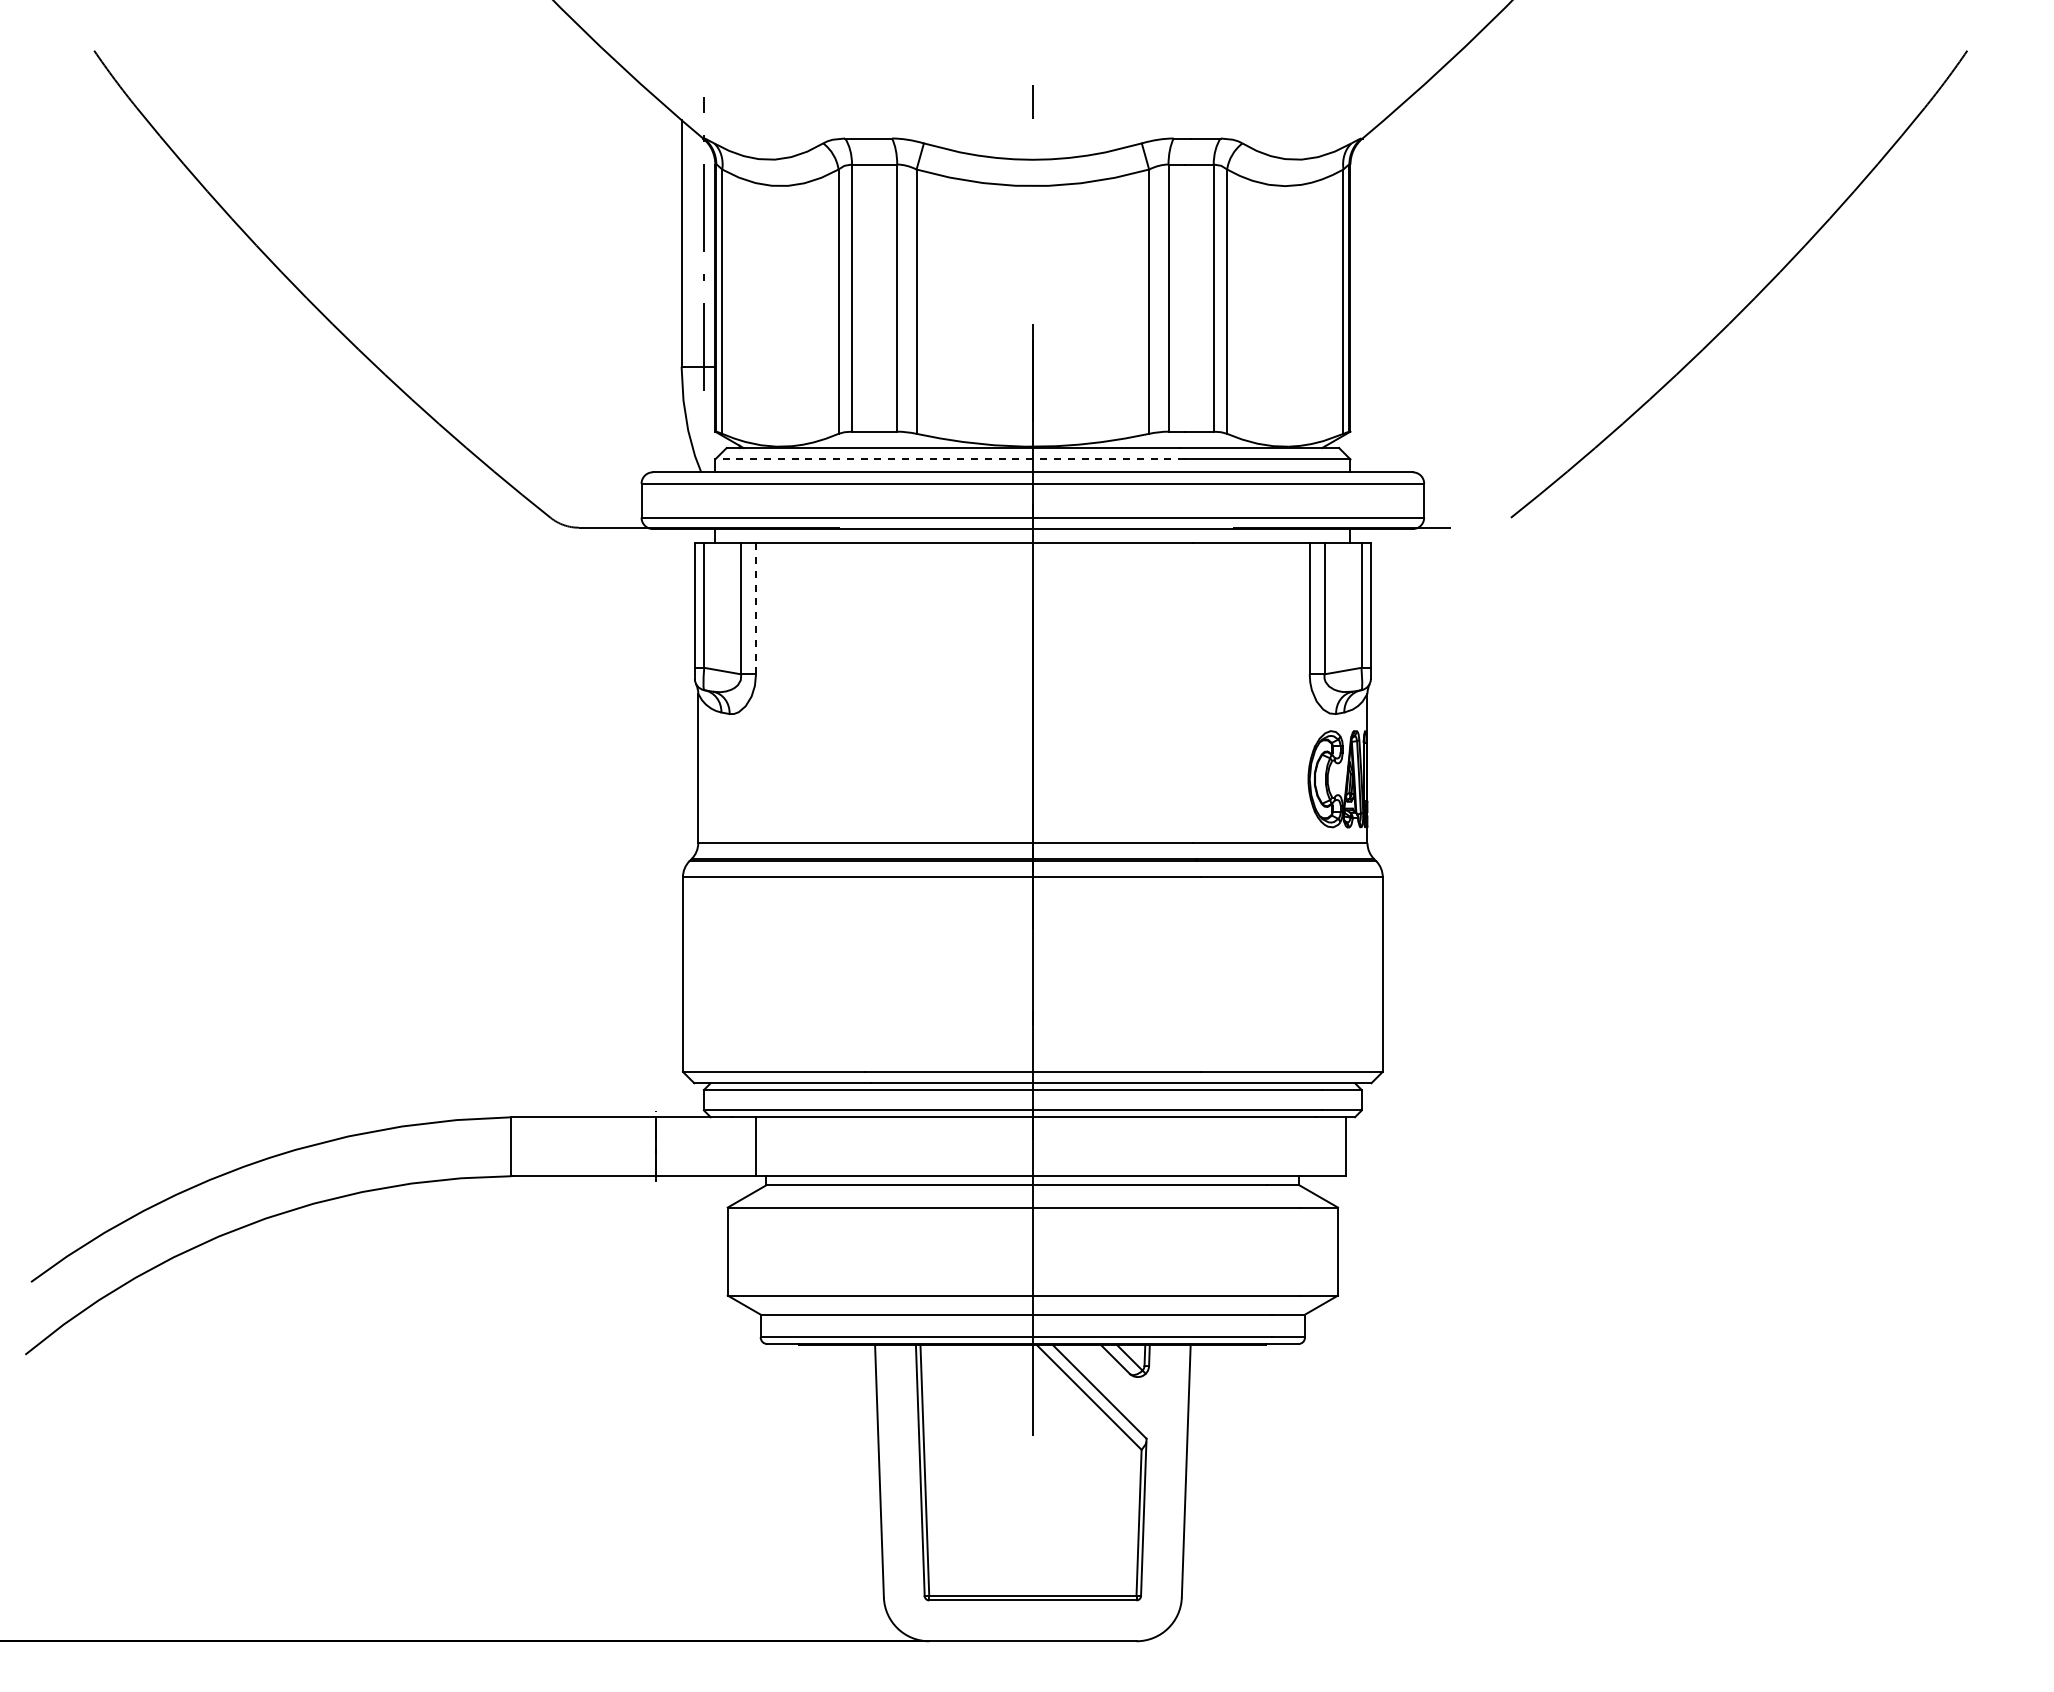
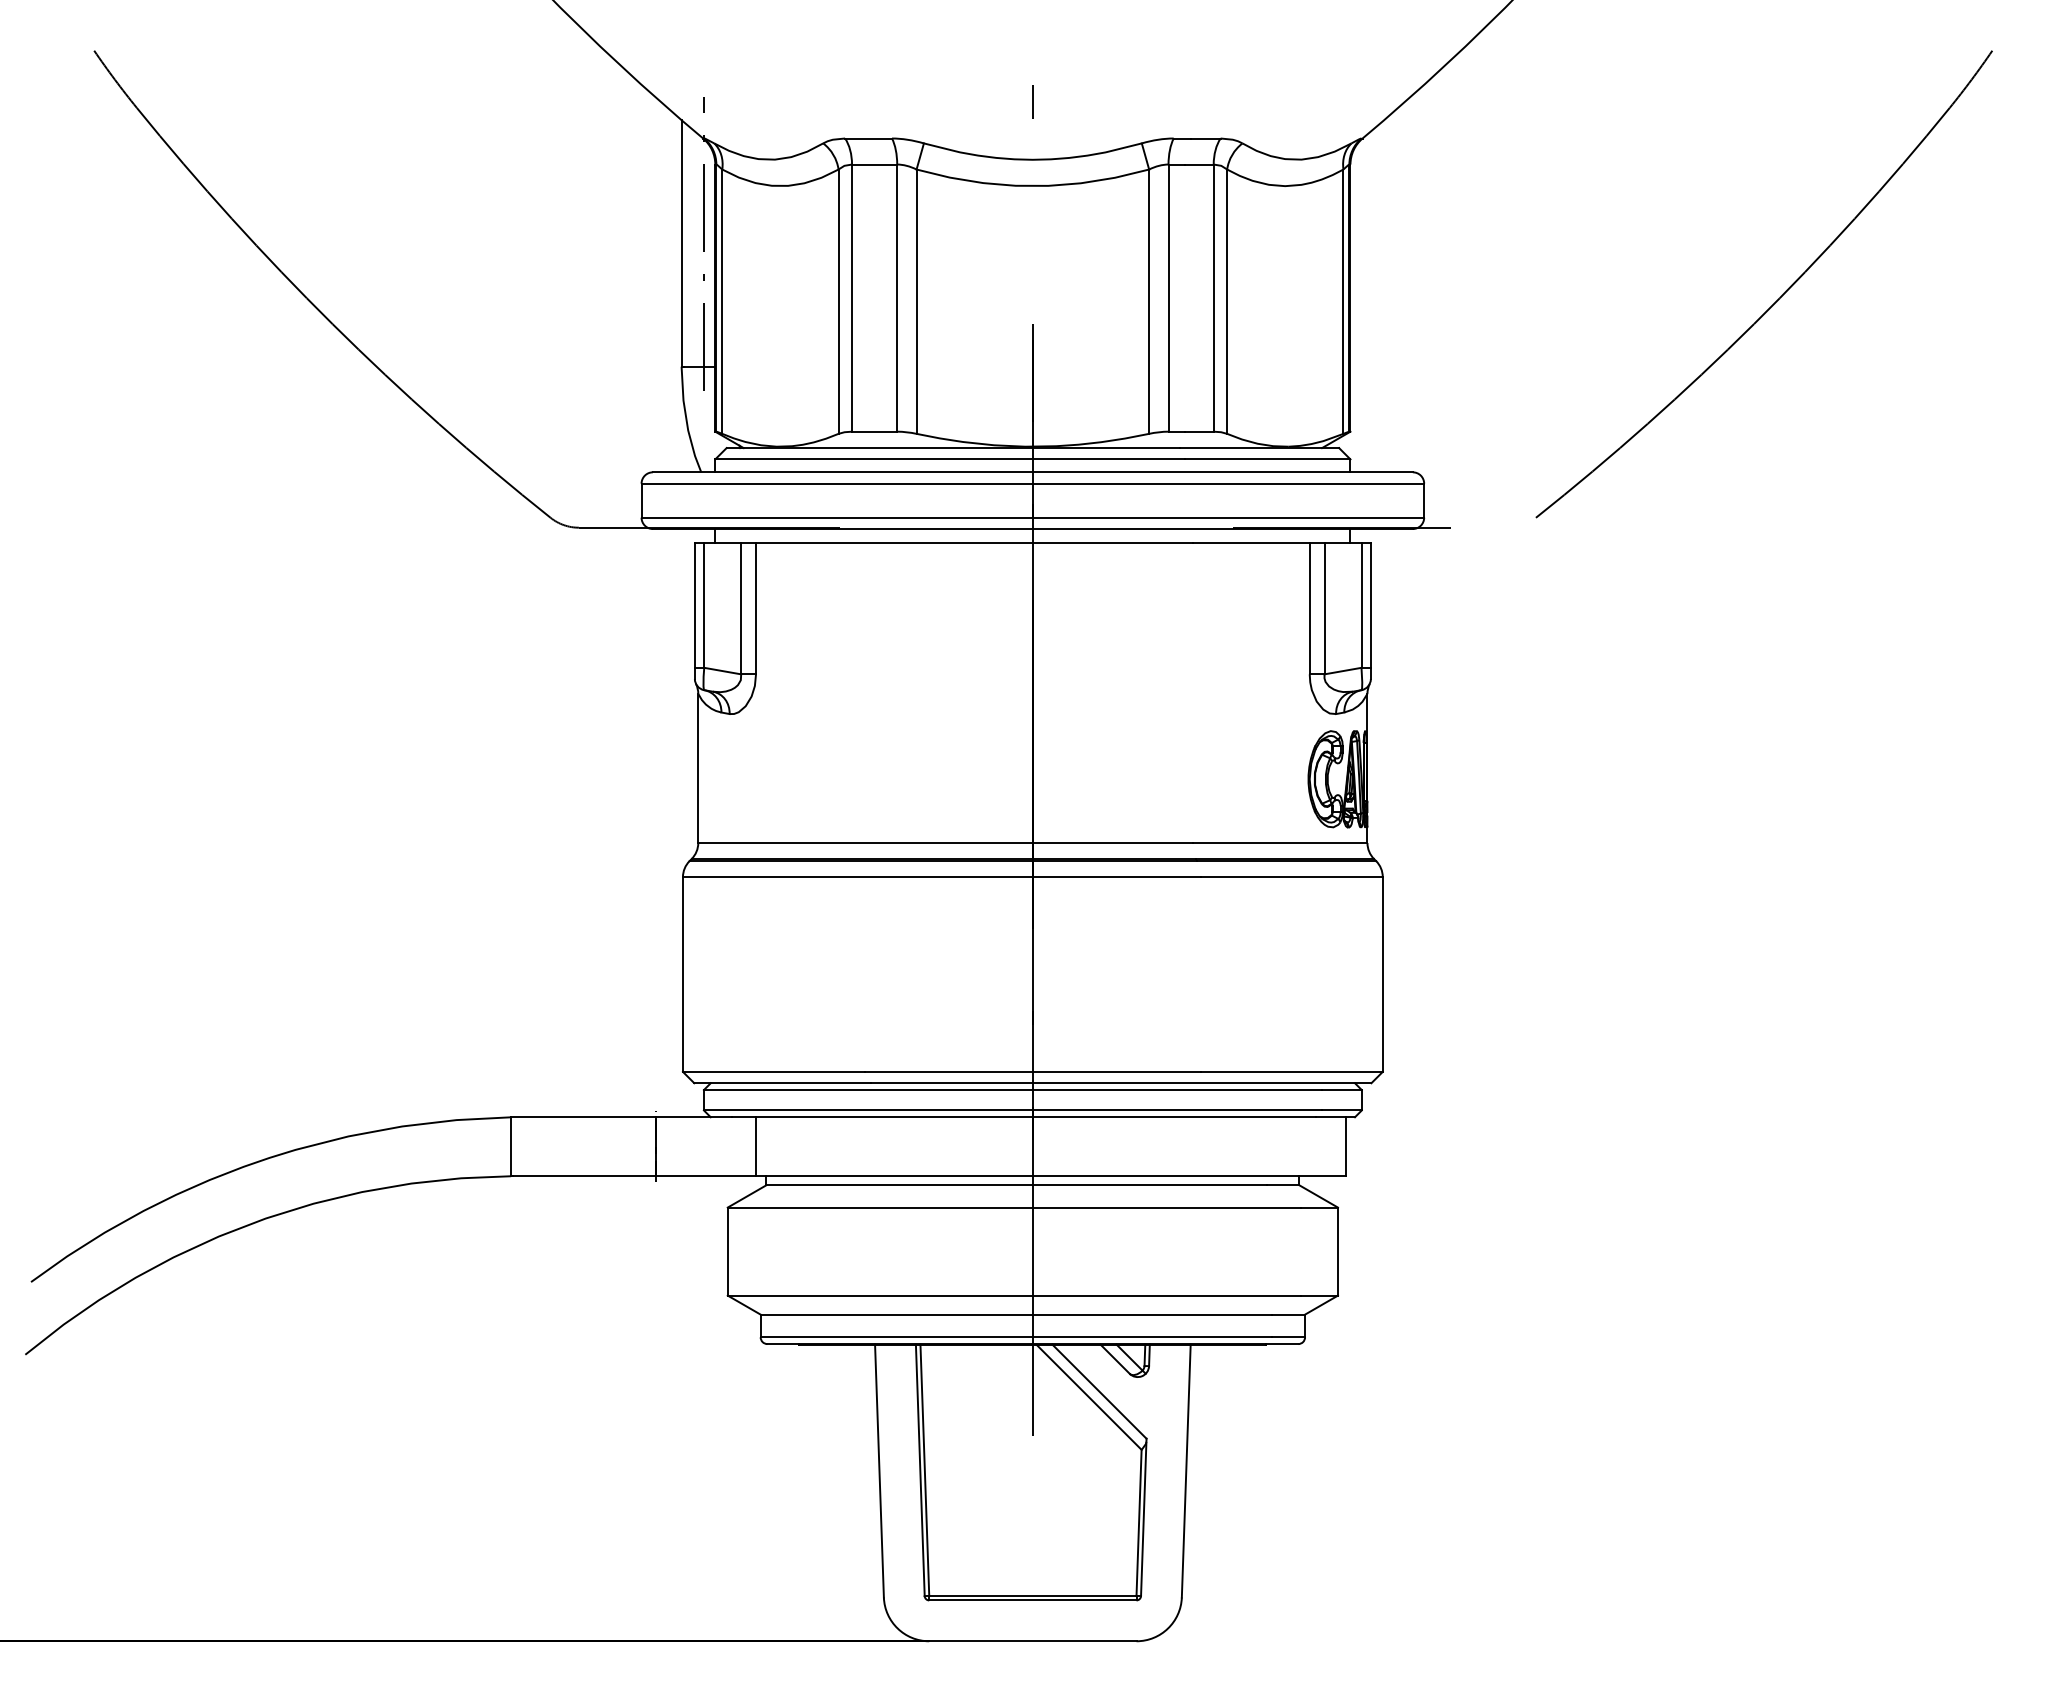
part at (1753, 298) position: (1753, 298) -> (1778, 298)
line at (950, 459): dashed -> solid
line at (756, 608): dashed -> solid
